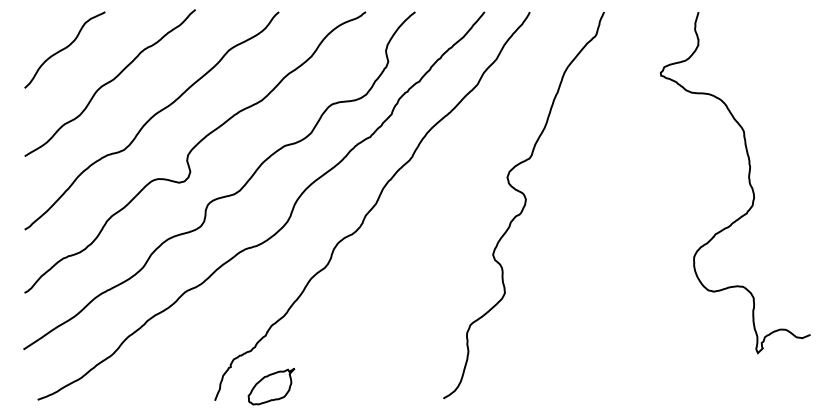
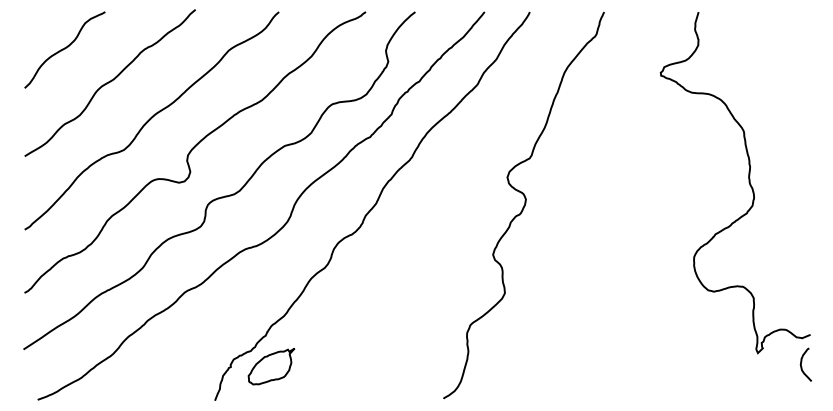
curve at (802, 366): none -> present
part at (271, 386) position: (271, 386) -> (271, 366)
